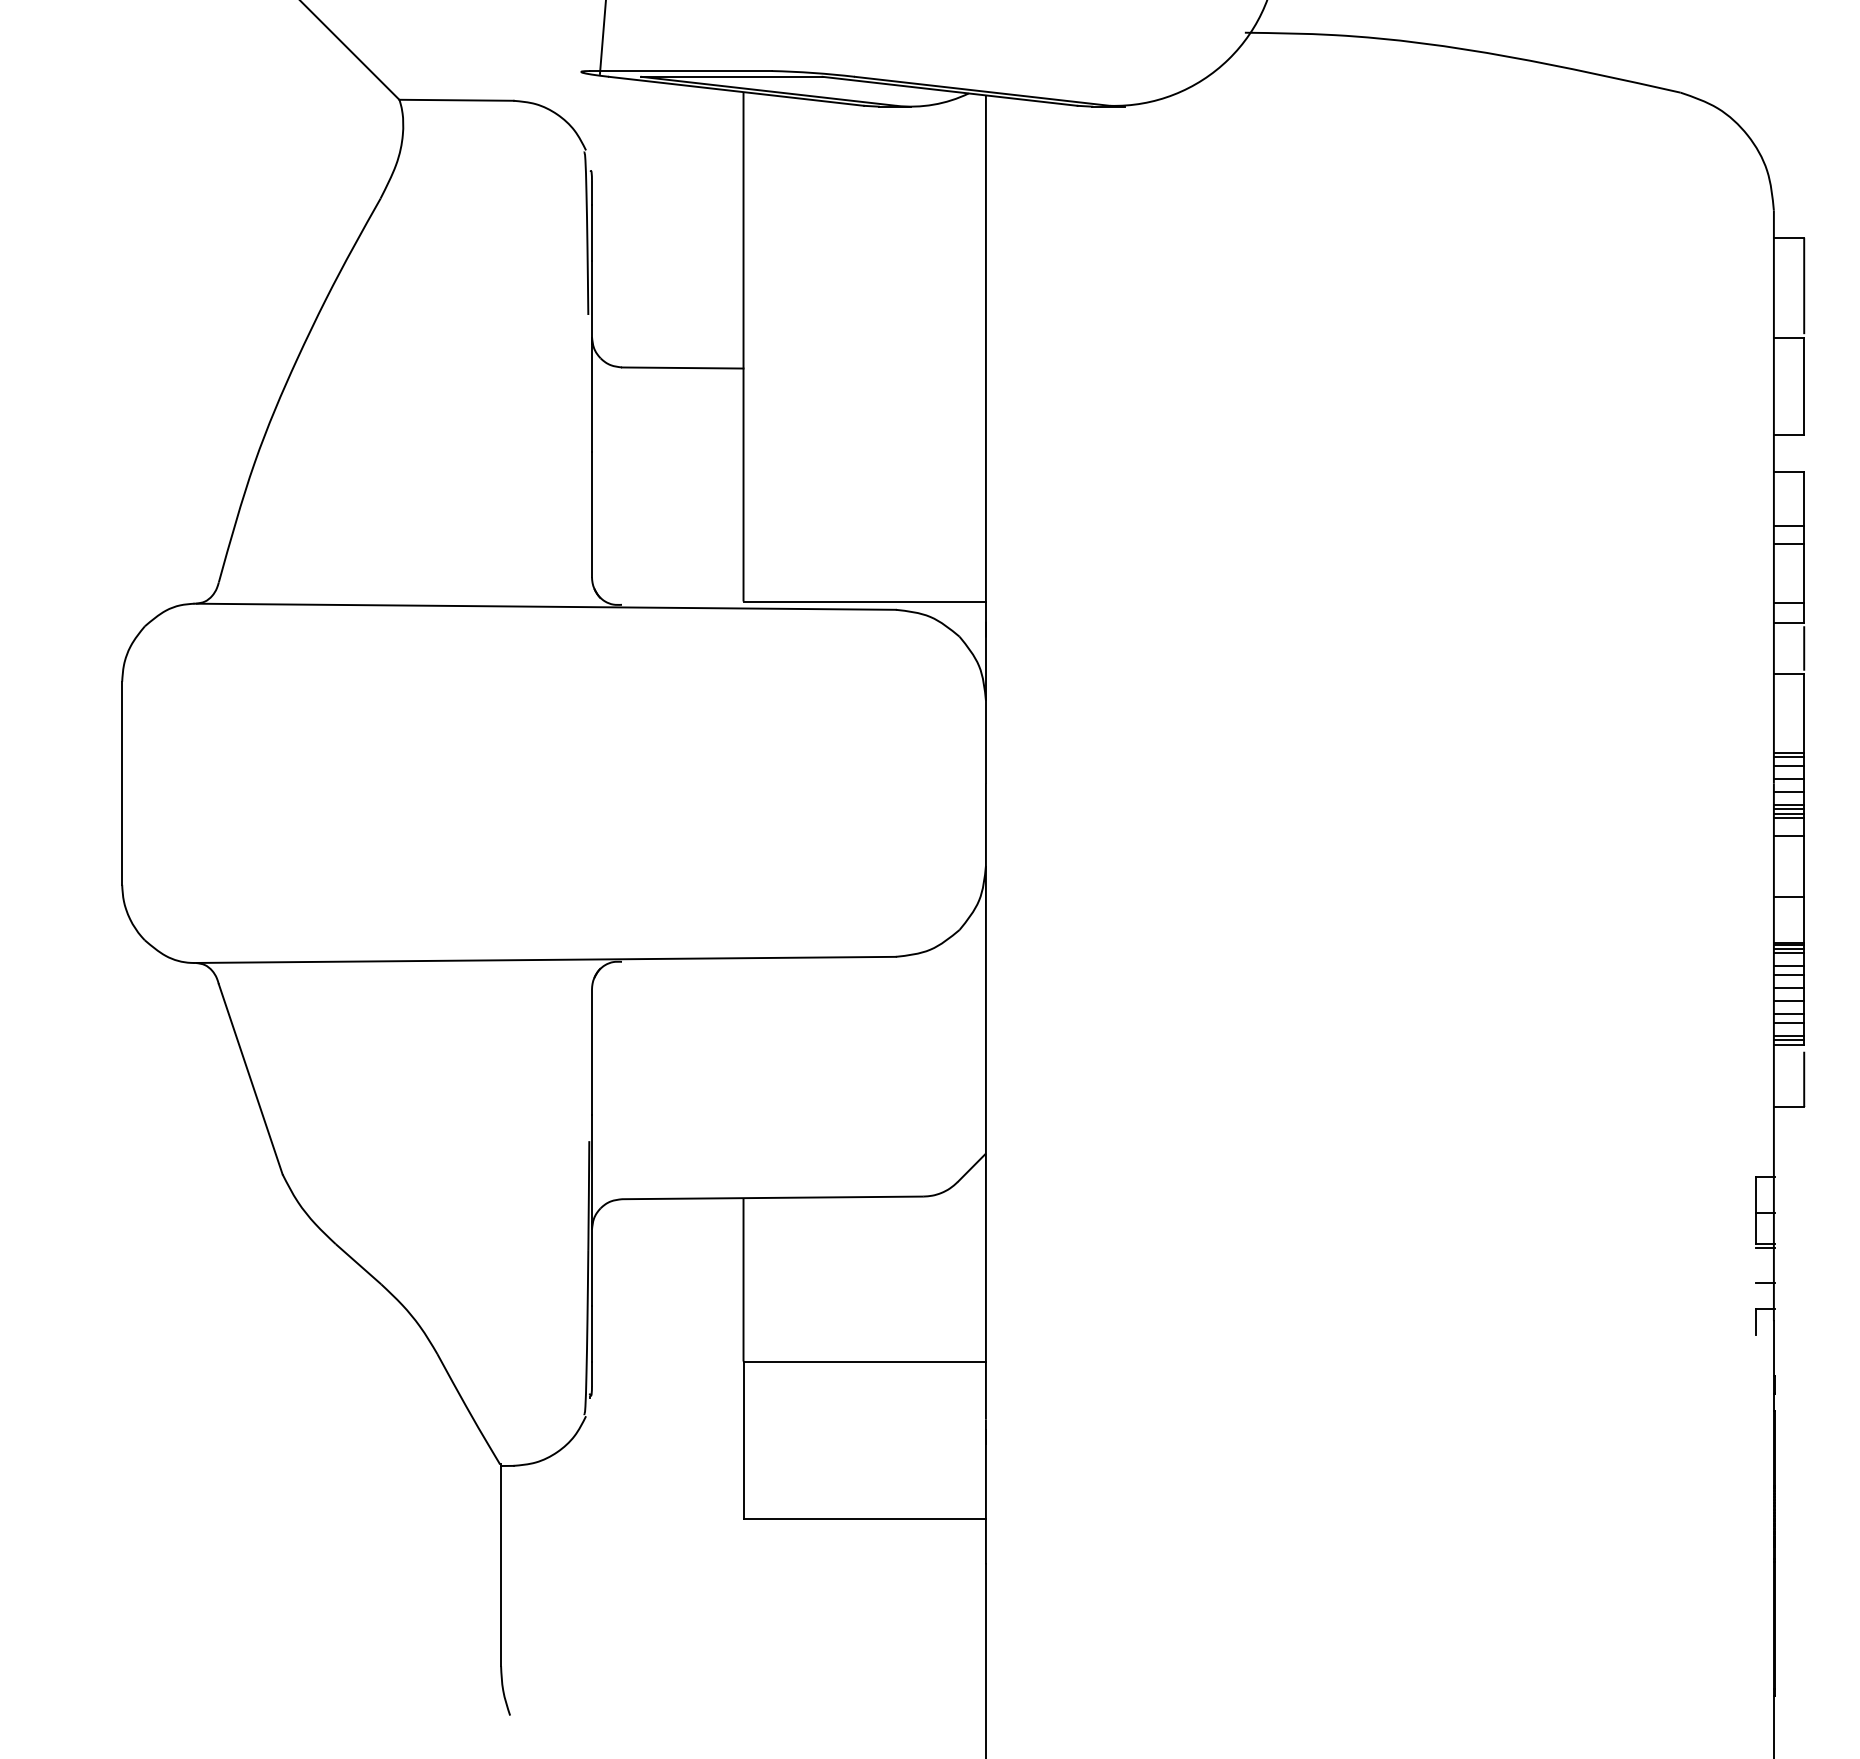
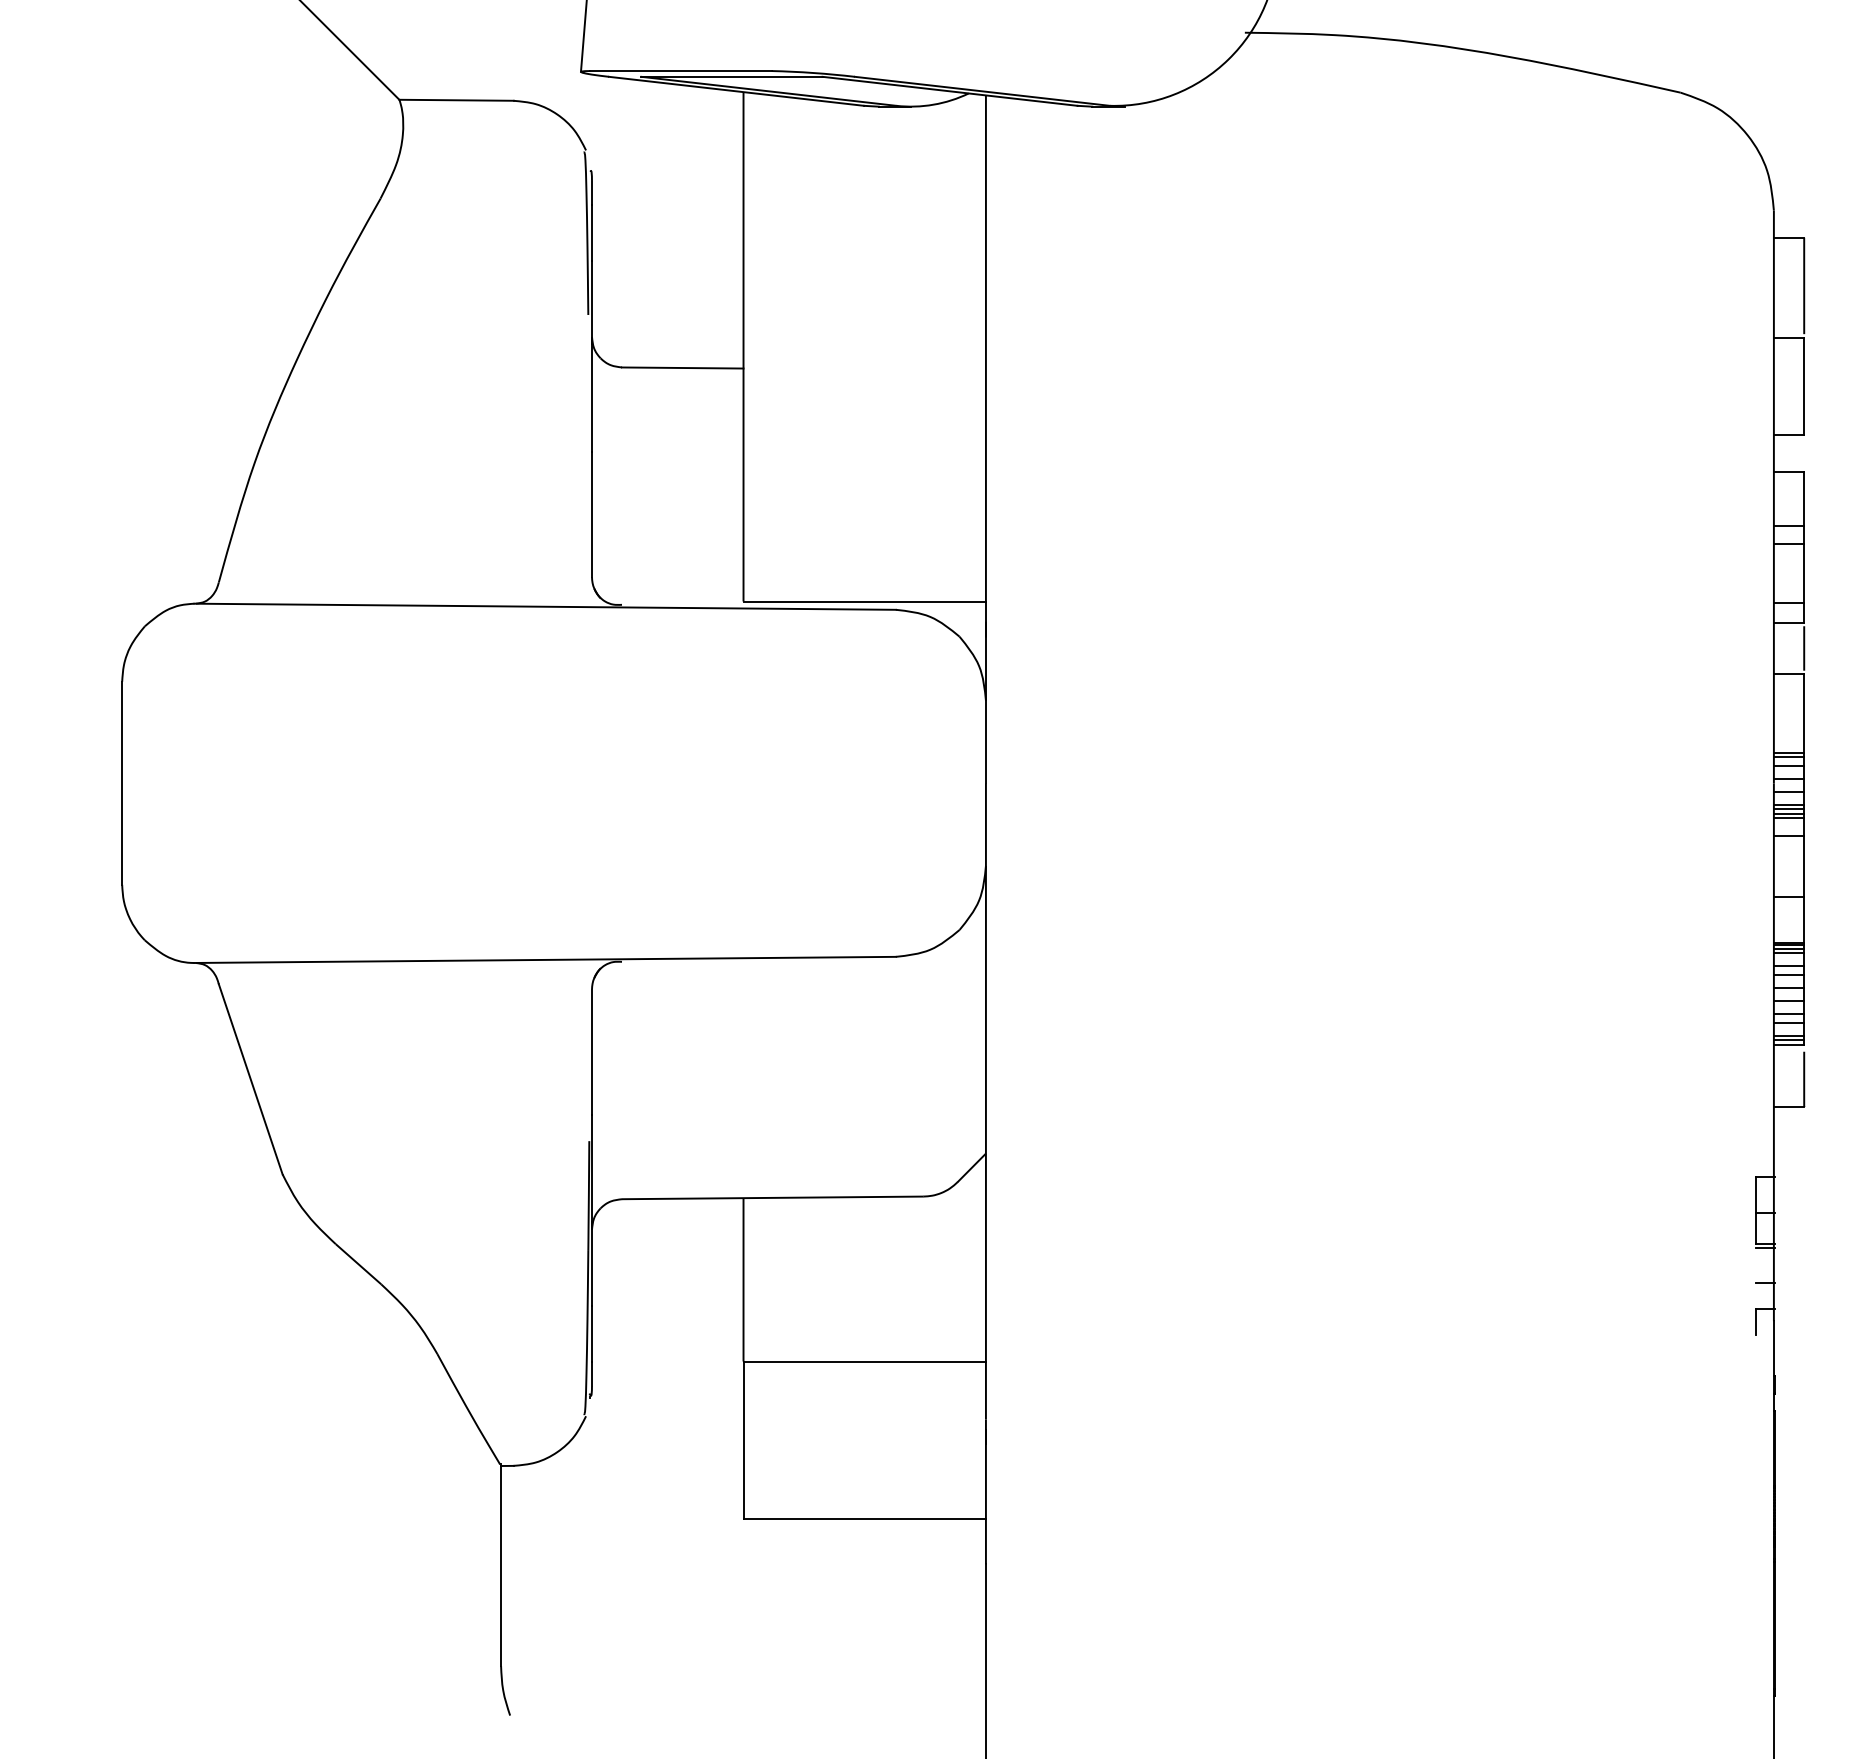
line at (602, 37) position: (602, 37) -> (583, 36)
